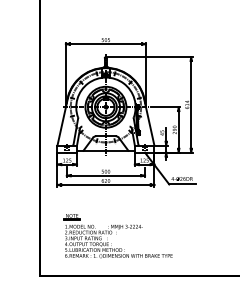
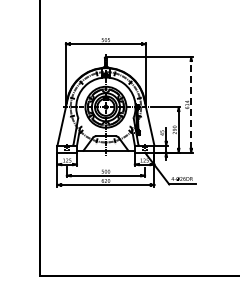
line at (191, 104): solid -> dashed
part at (117, 236): present -> none
